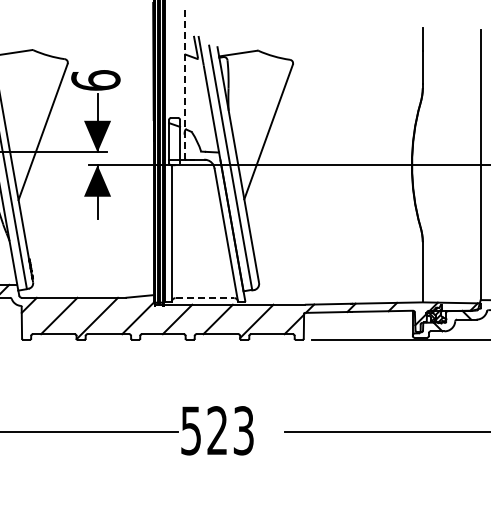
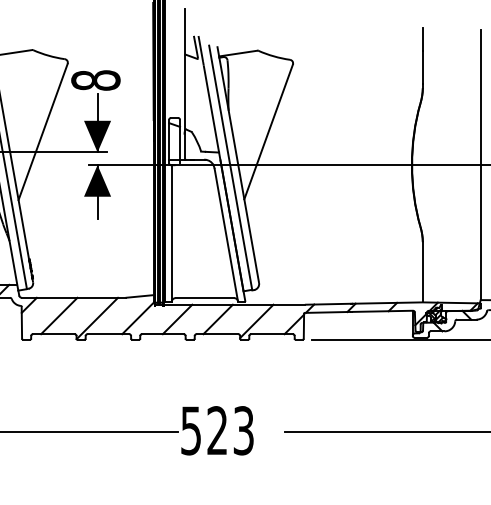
text at (95, 80): 6 -> 8
line at (184, 83): dashed -> solid
line at (205, 298): dashed -> solid
